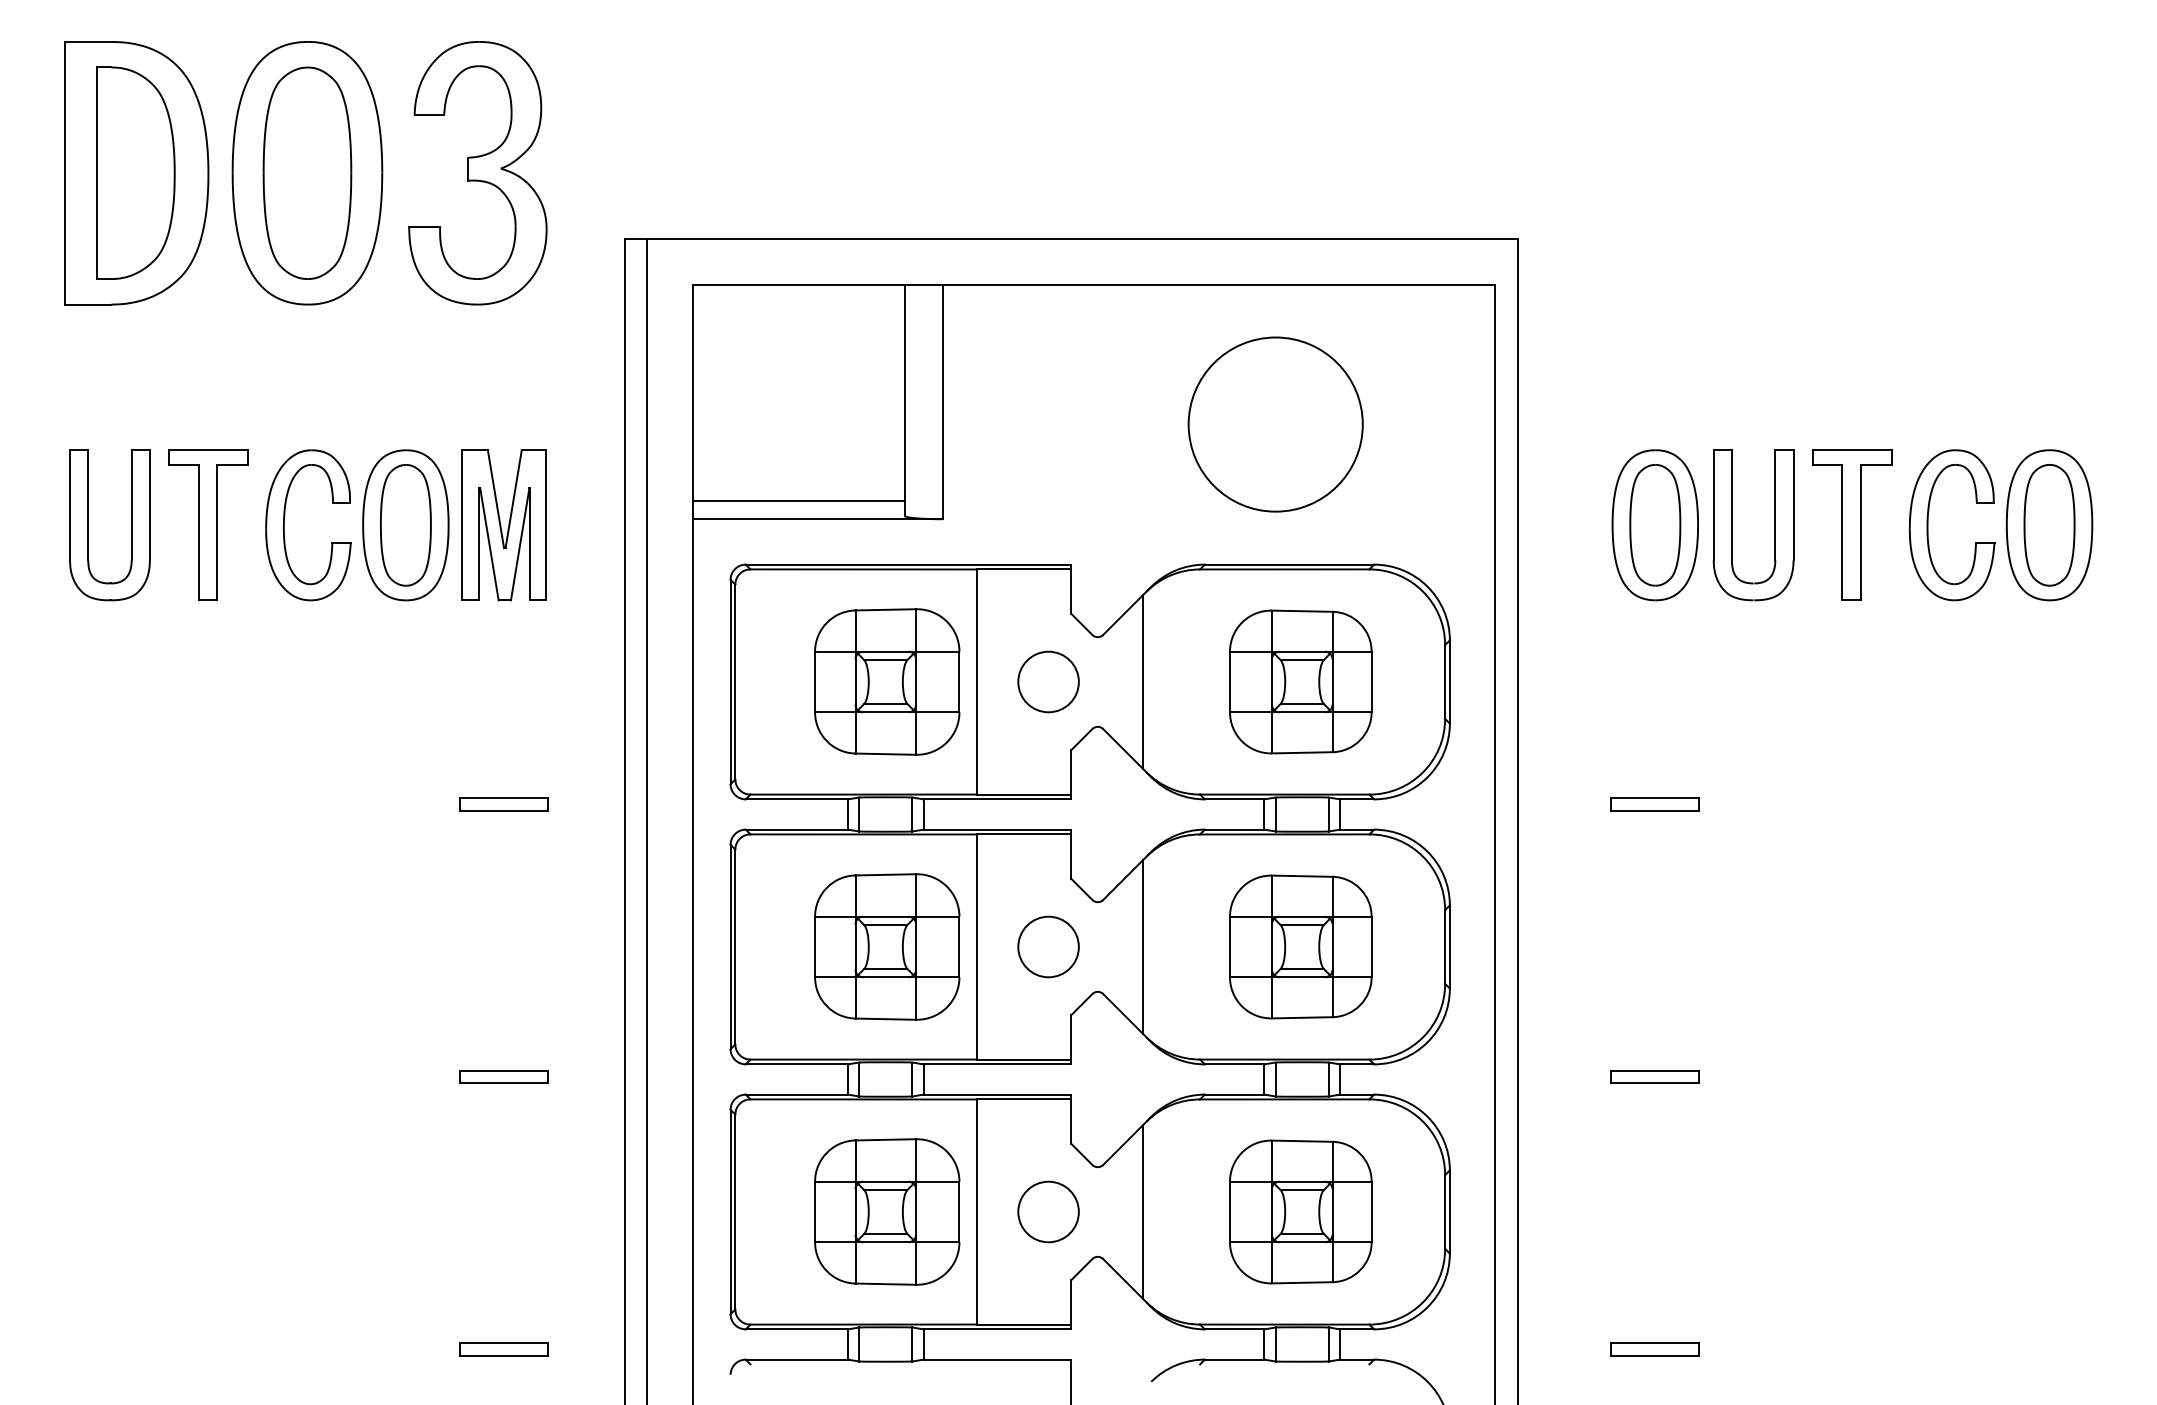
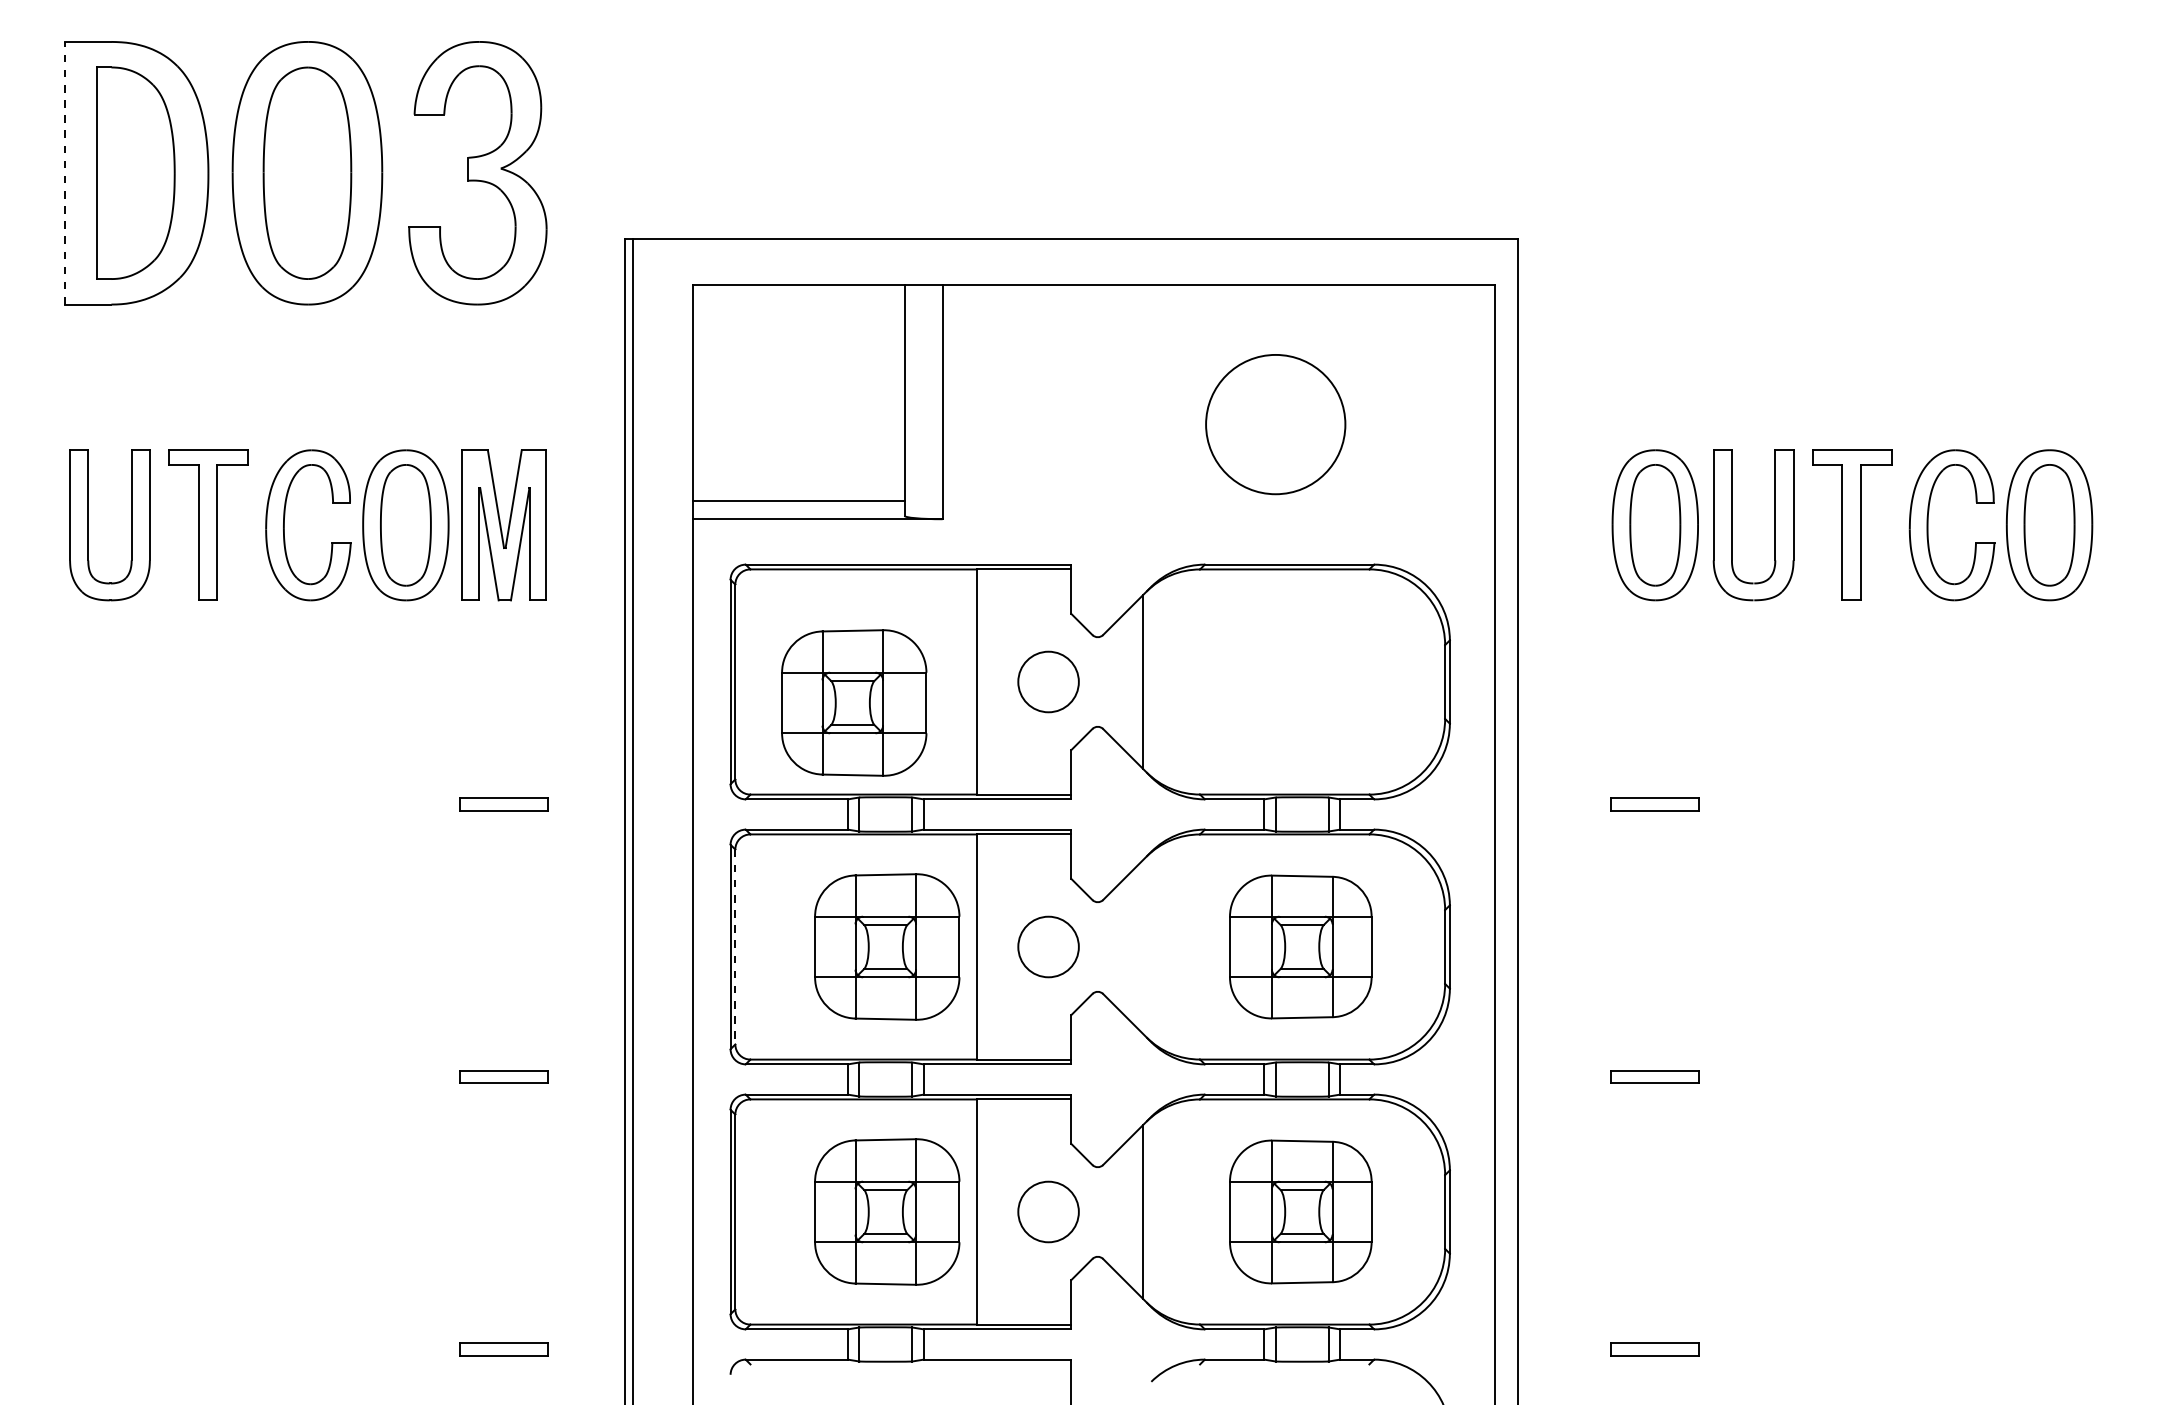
line at (64, 172): solid -> dashed
circle at (1275, 424) diameter: 174 px -> 139 px
part at (887, 681) position: (887, 681) -> (854, 702)
part at (1300, 681): present -> none
line at (647, 820) position: (647, 820) -> (633, 820)
line at (1143, 946): present -> none
line at (735, 947): solid -> dashed
